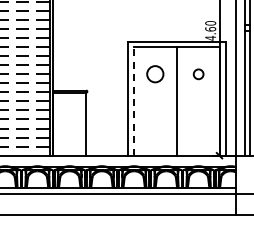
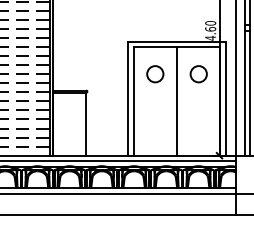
circle at (198, 74) size: 13x13 px -> 19x19 px
line at (133, 100): dashed -> solid
line at (119, 161): none -> present
